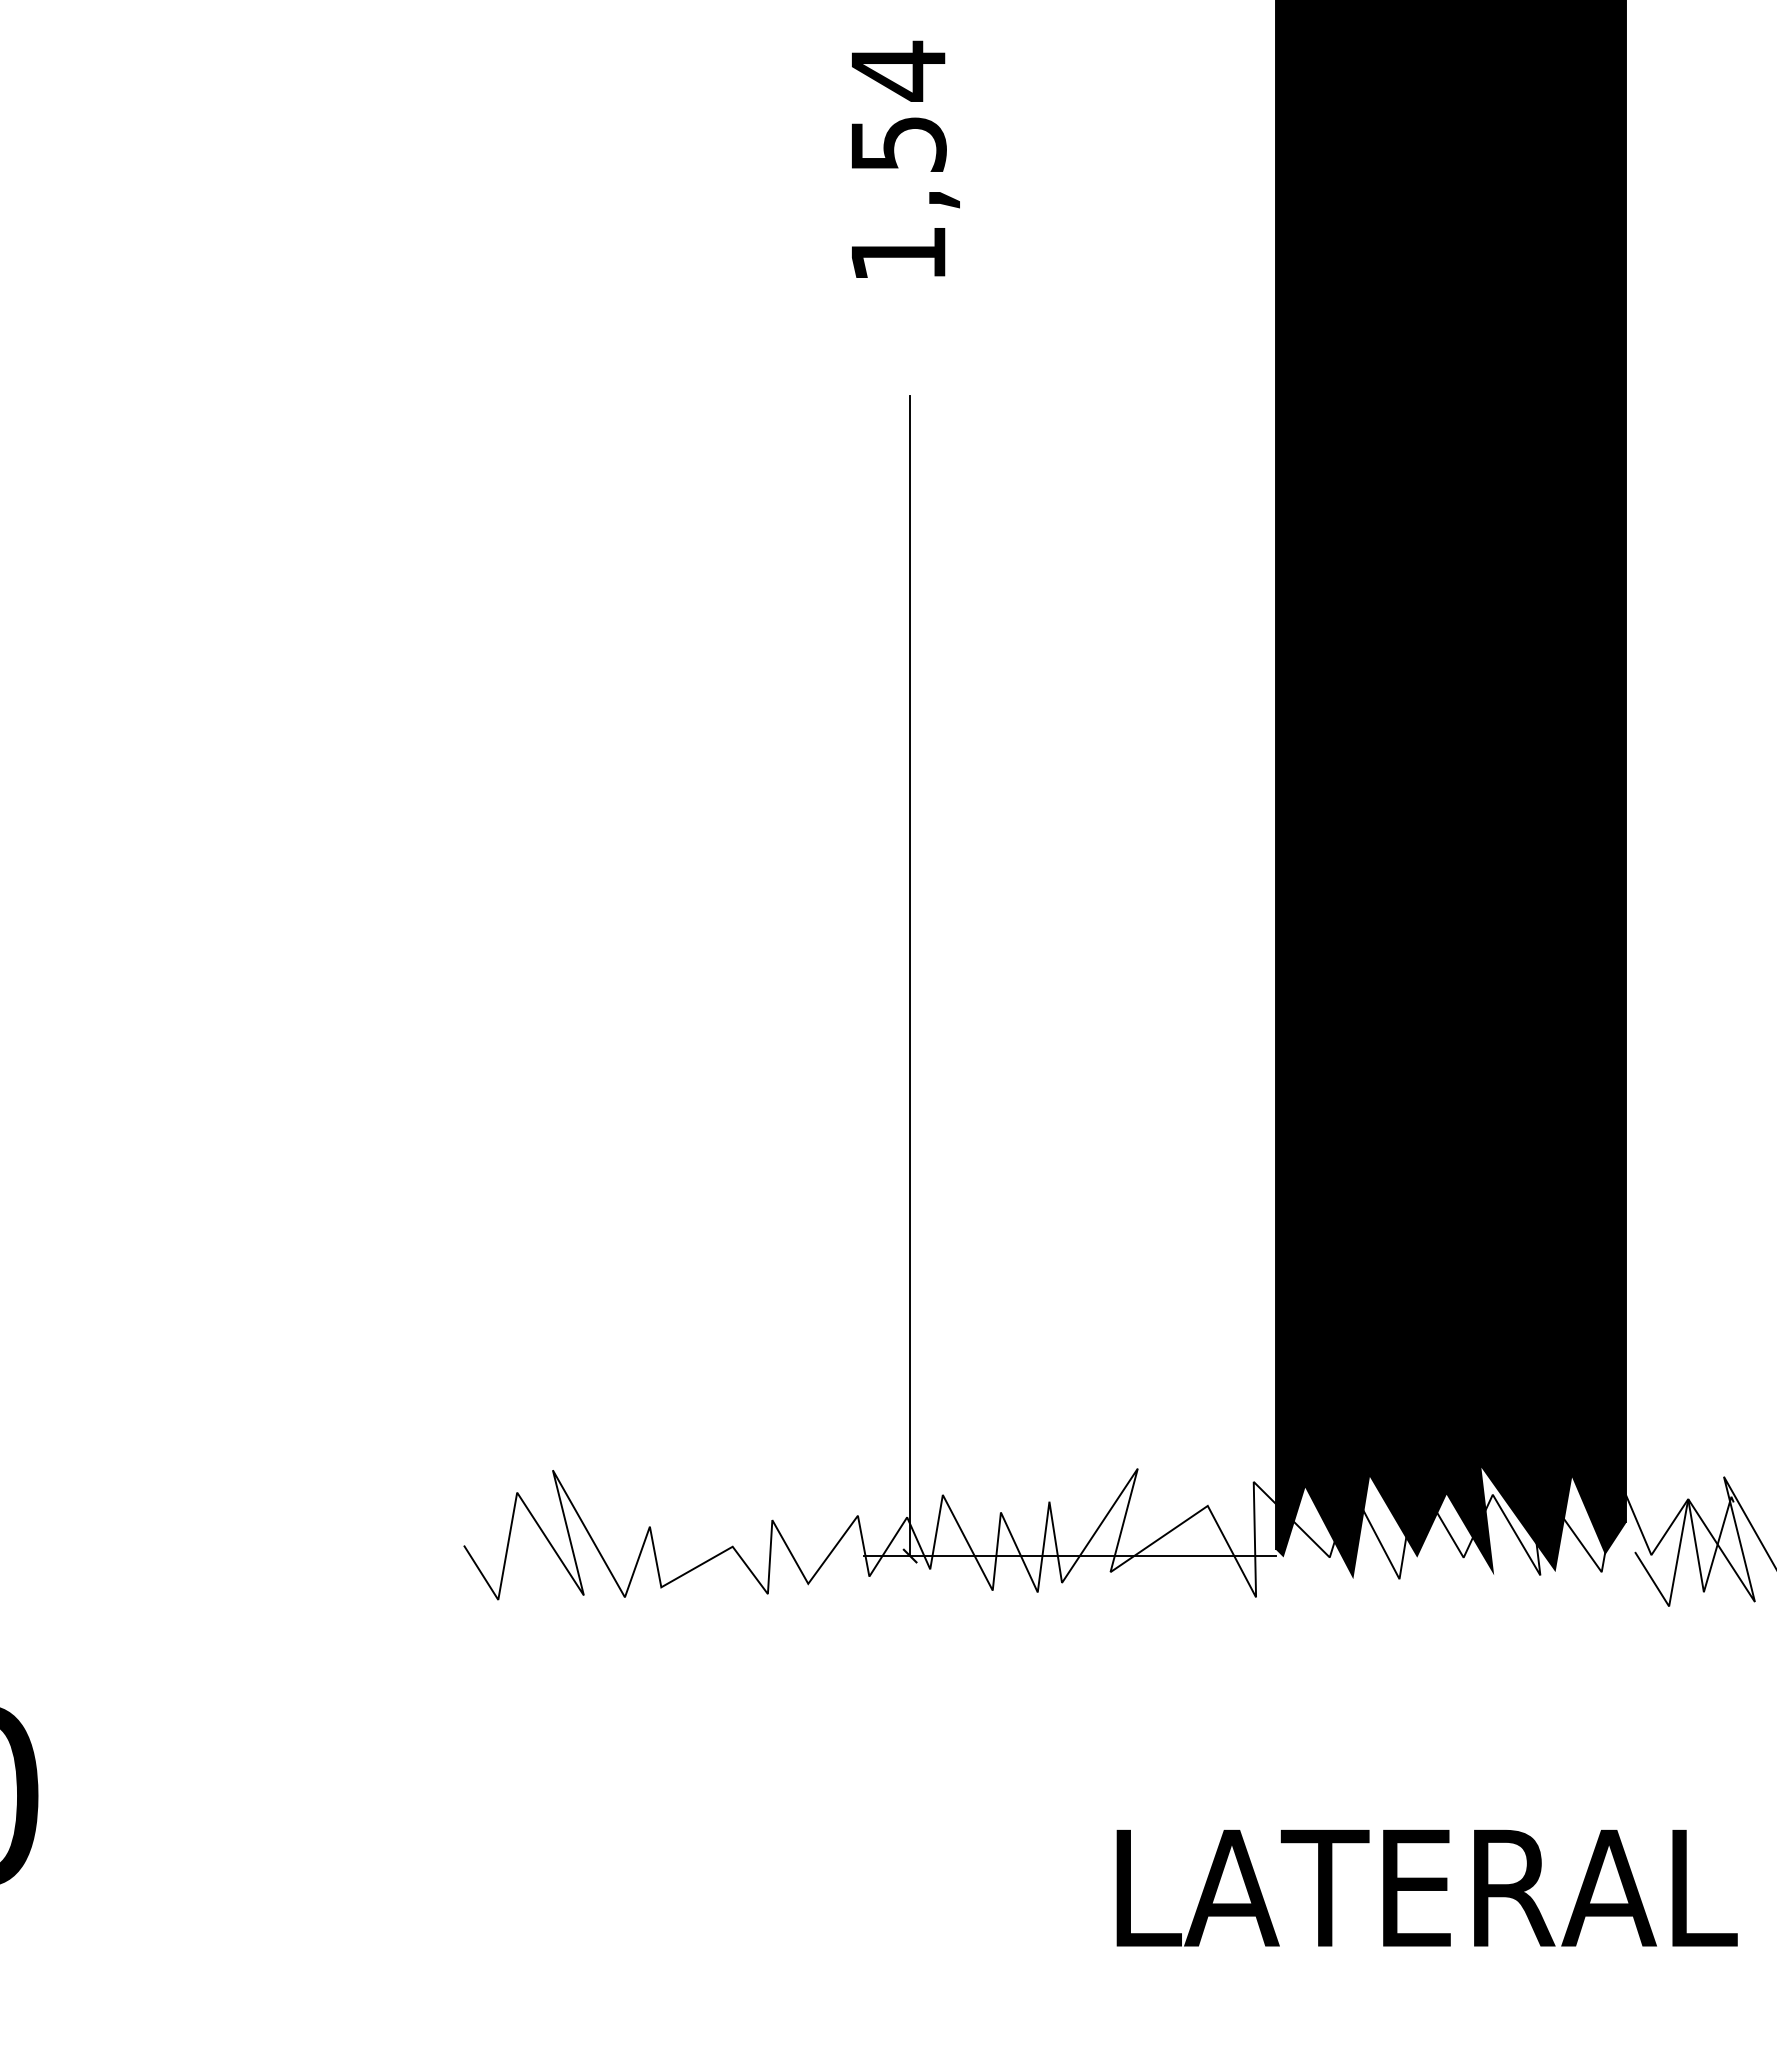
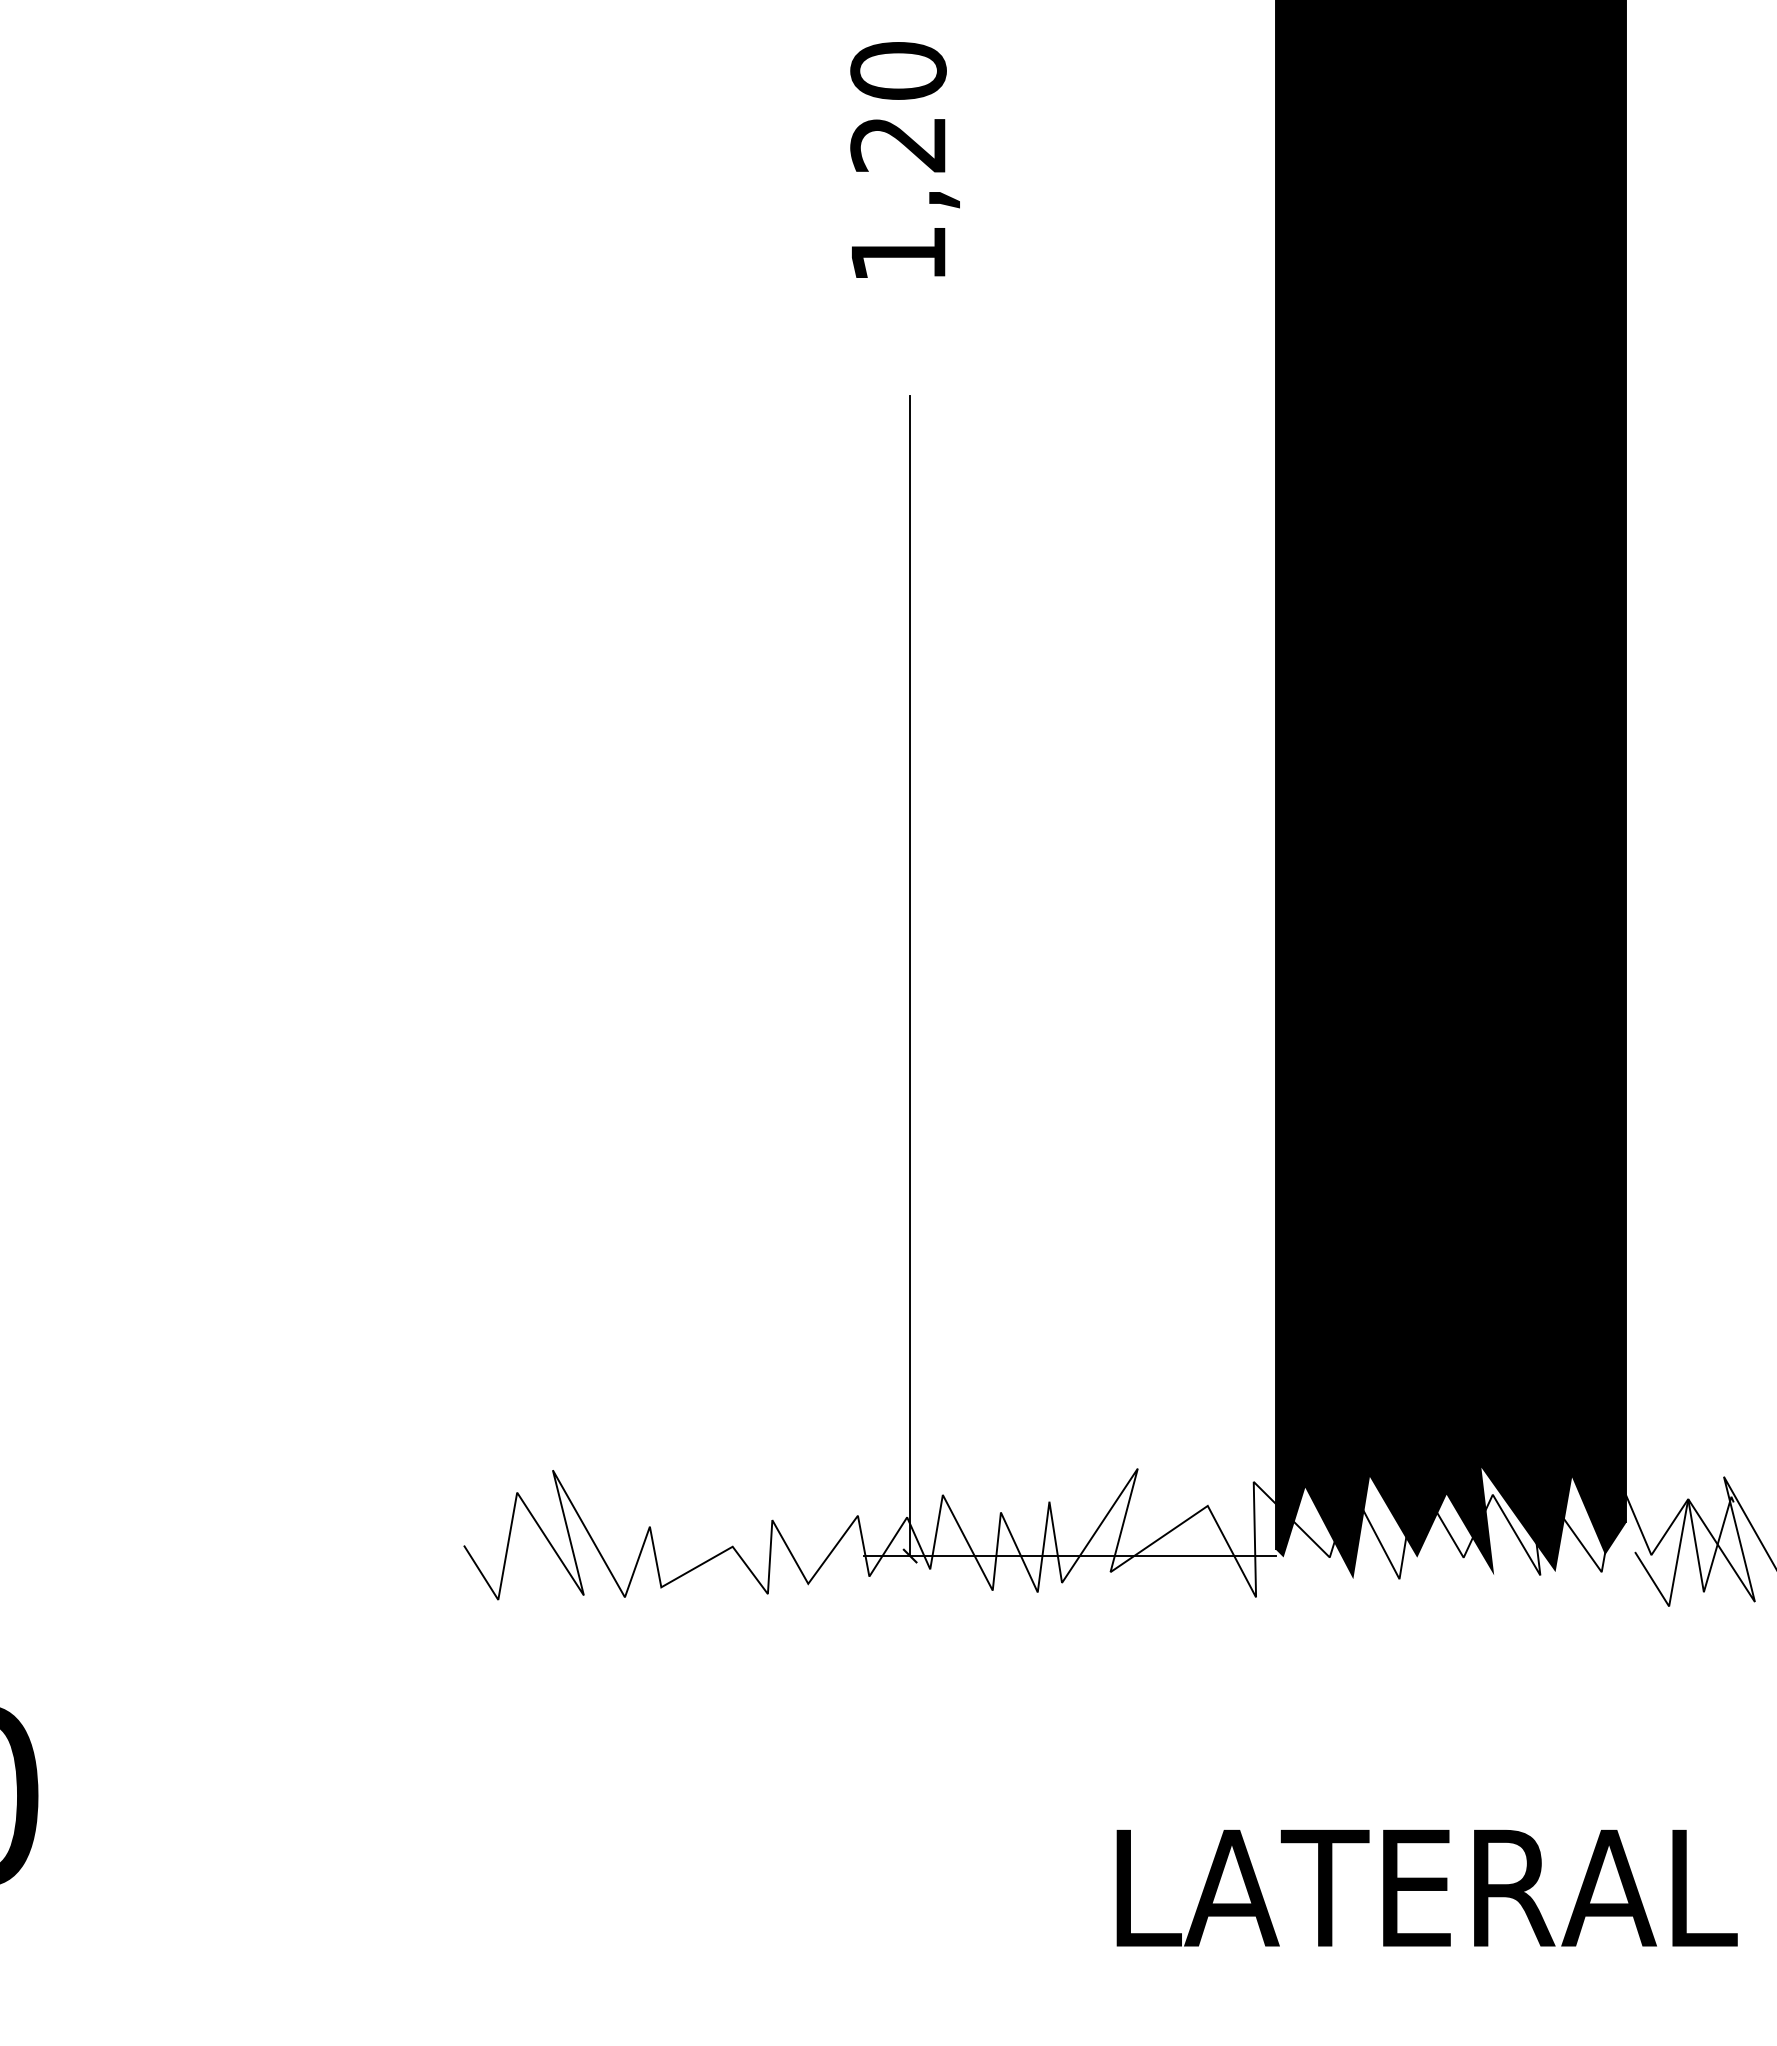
text at (898, 106): 1,54 -> 1,20
